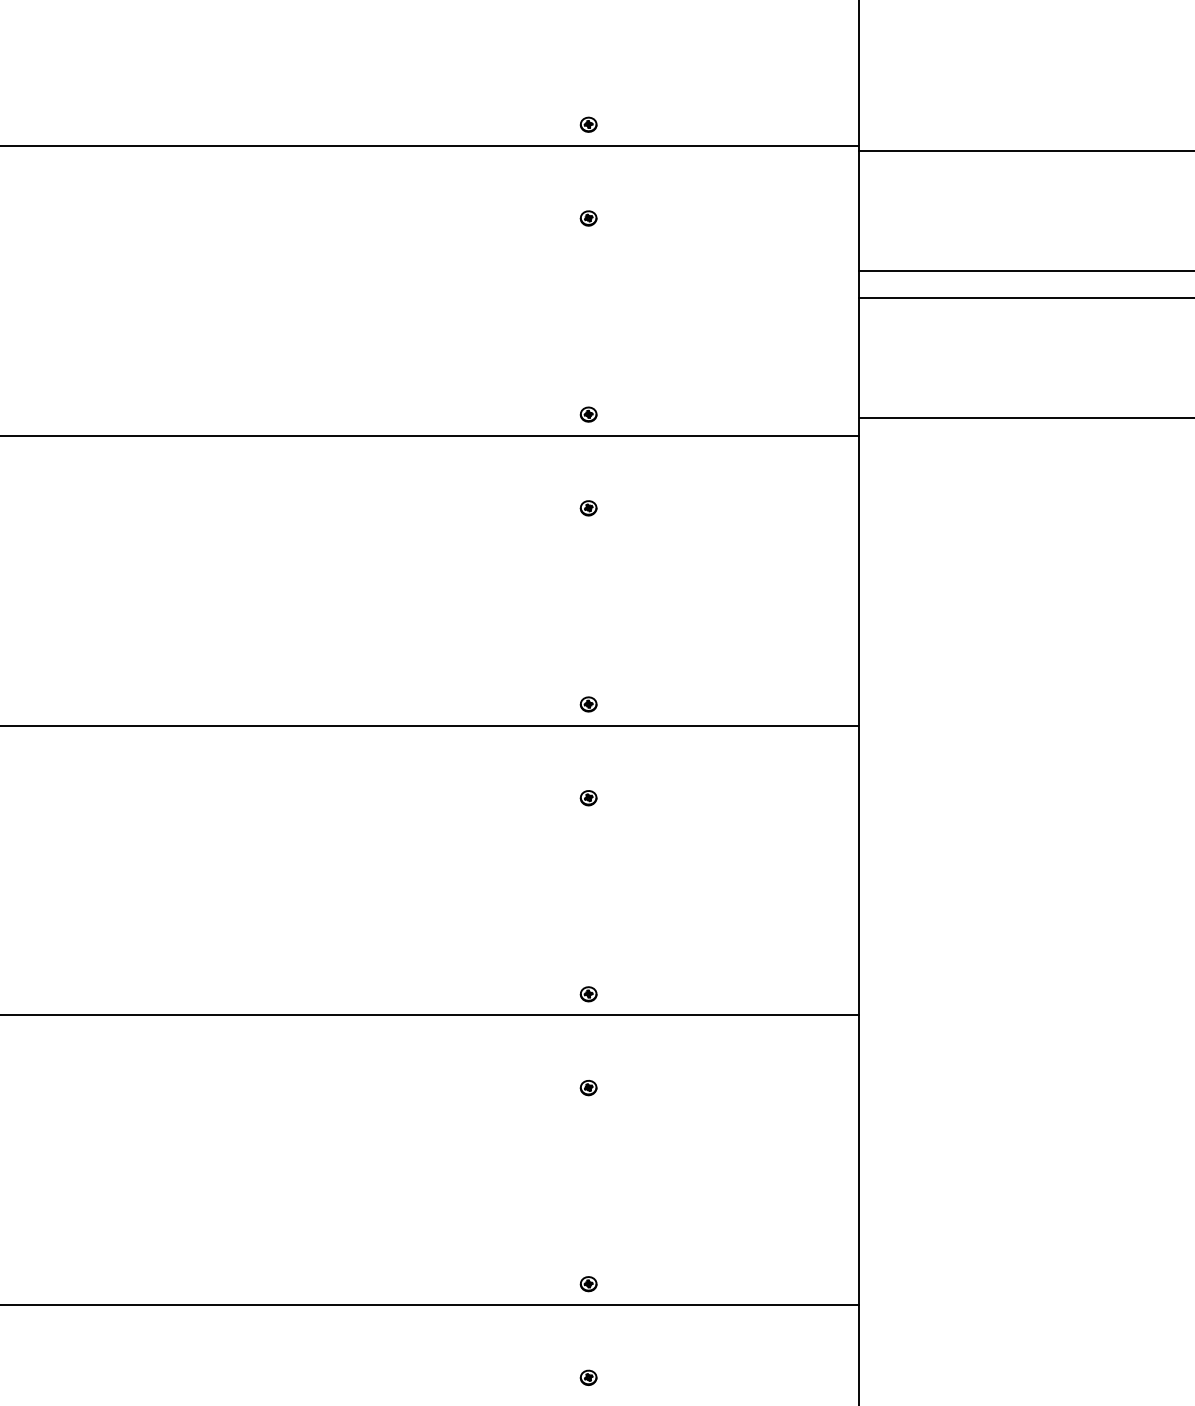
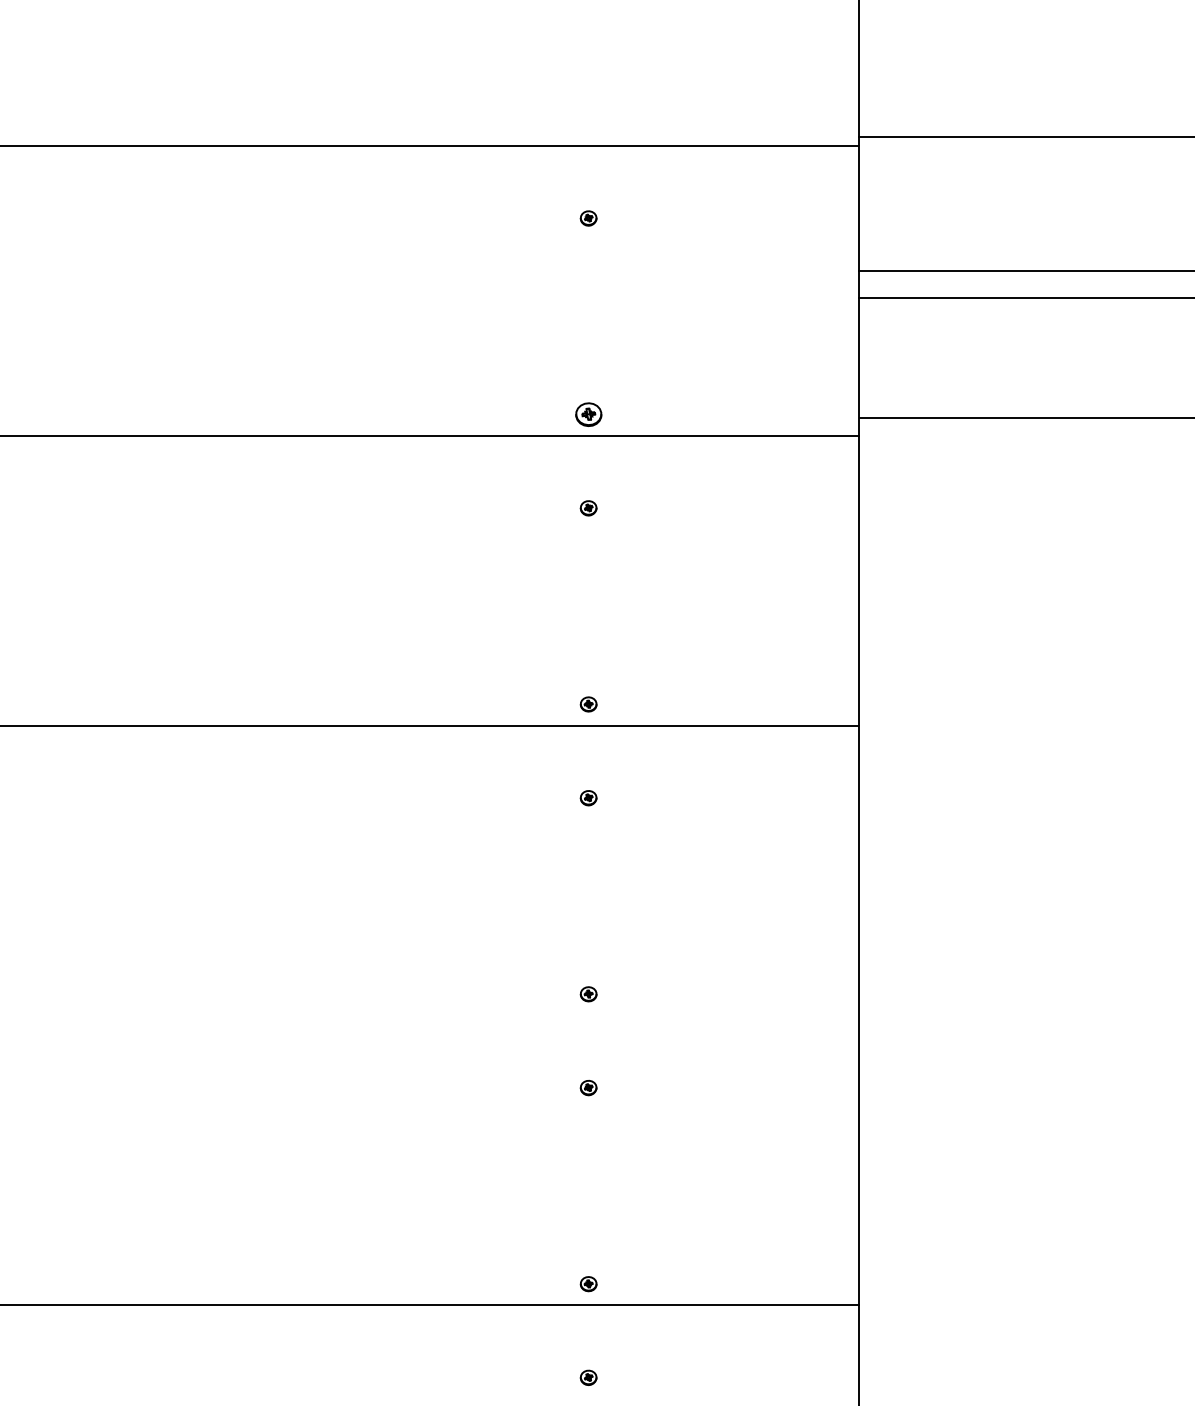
part at (588, 124): present -> none
line at (1025, 150) position: (1025, 150) -> (1025, 136)
part at (588, 414) size: 19x17 px -> 28x25 px
line at (430, 1015): present -> none
